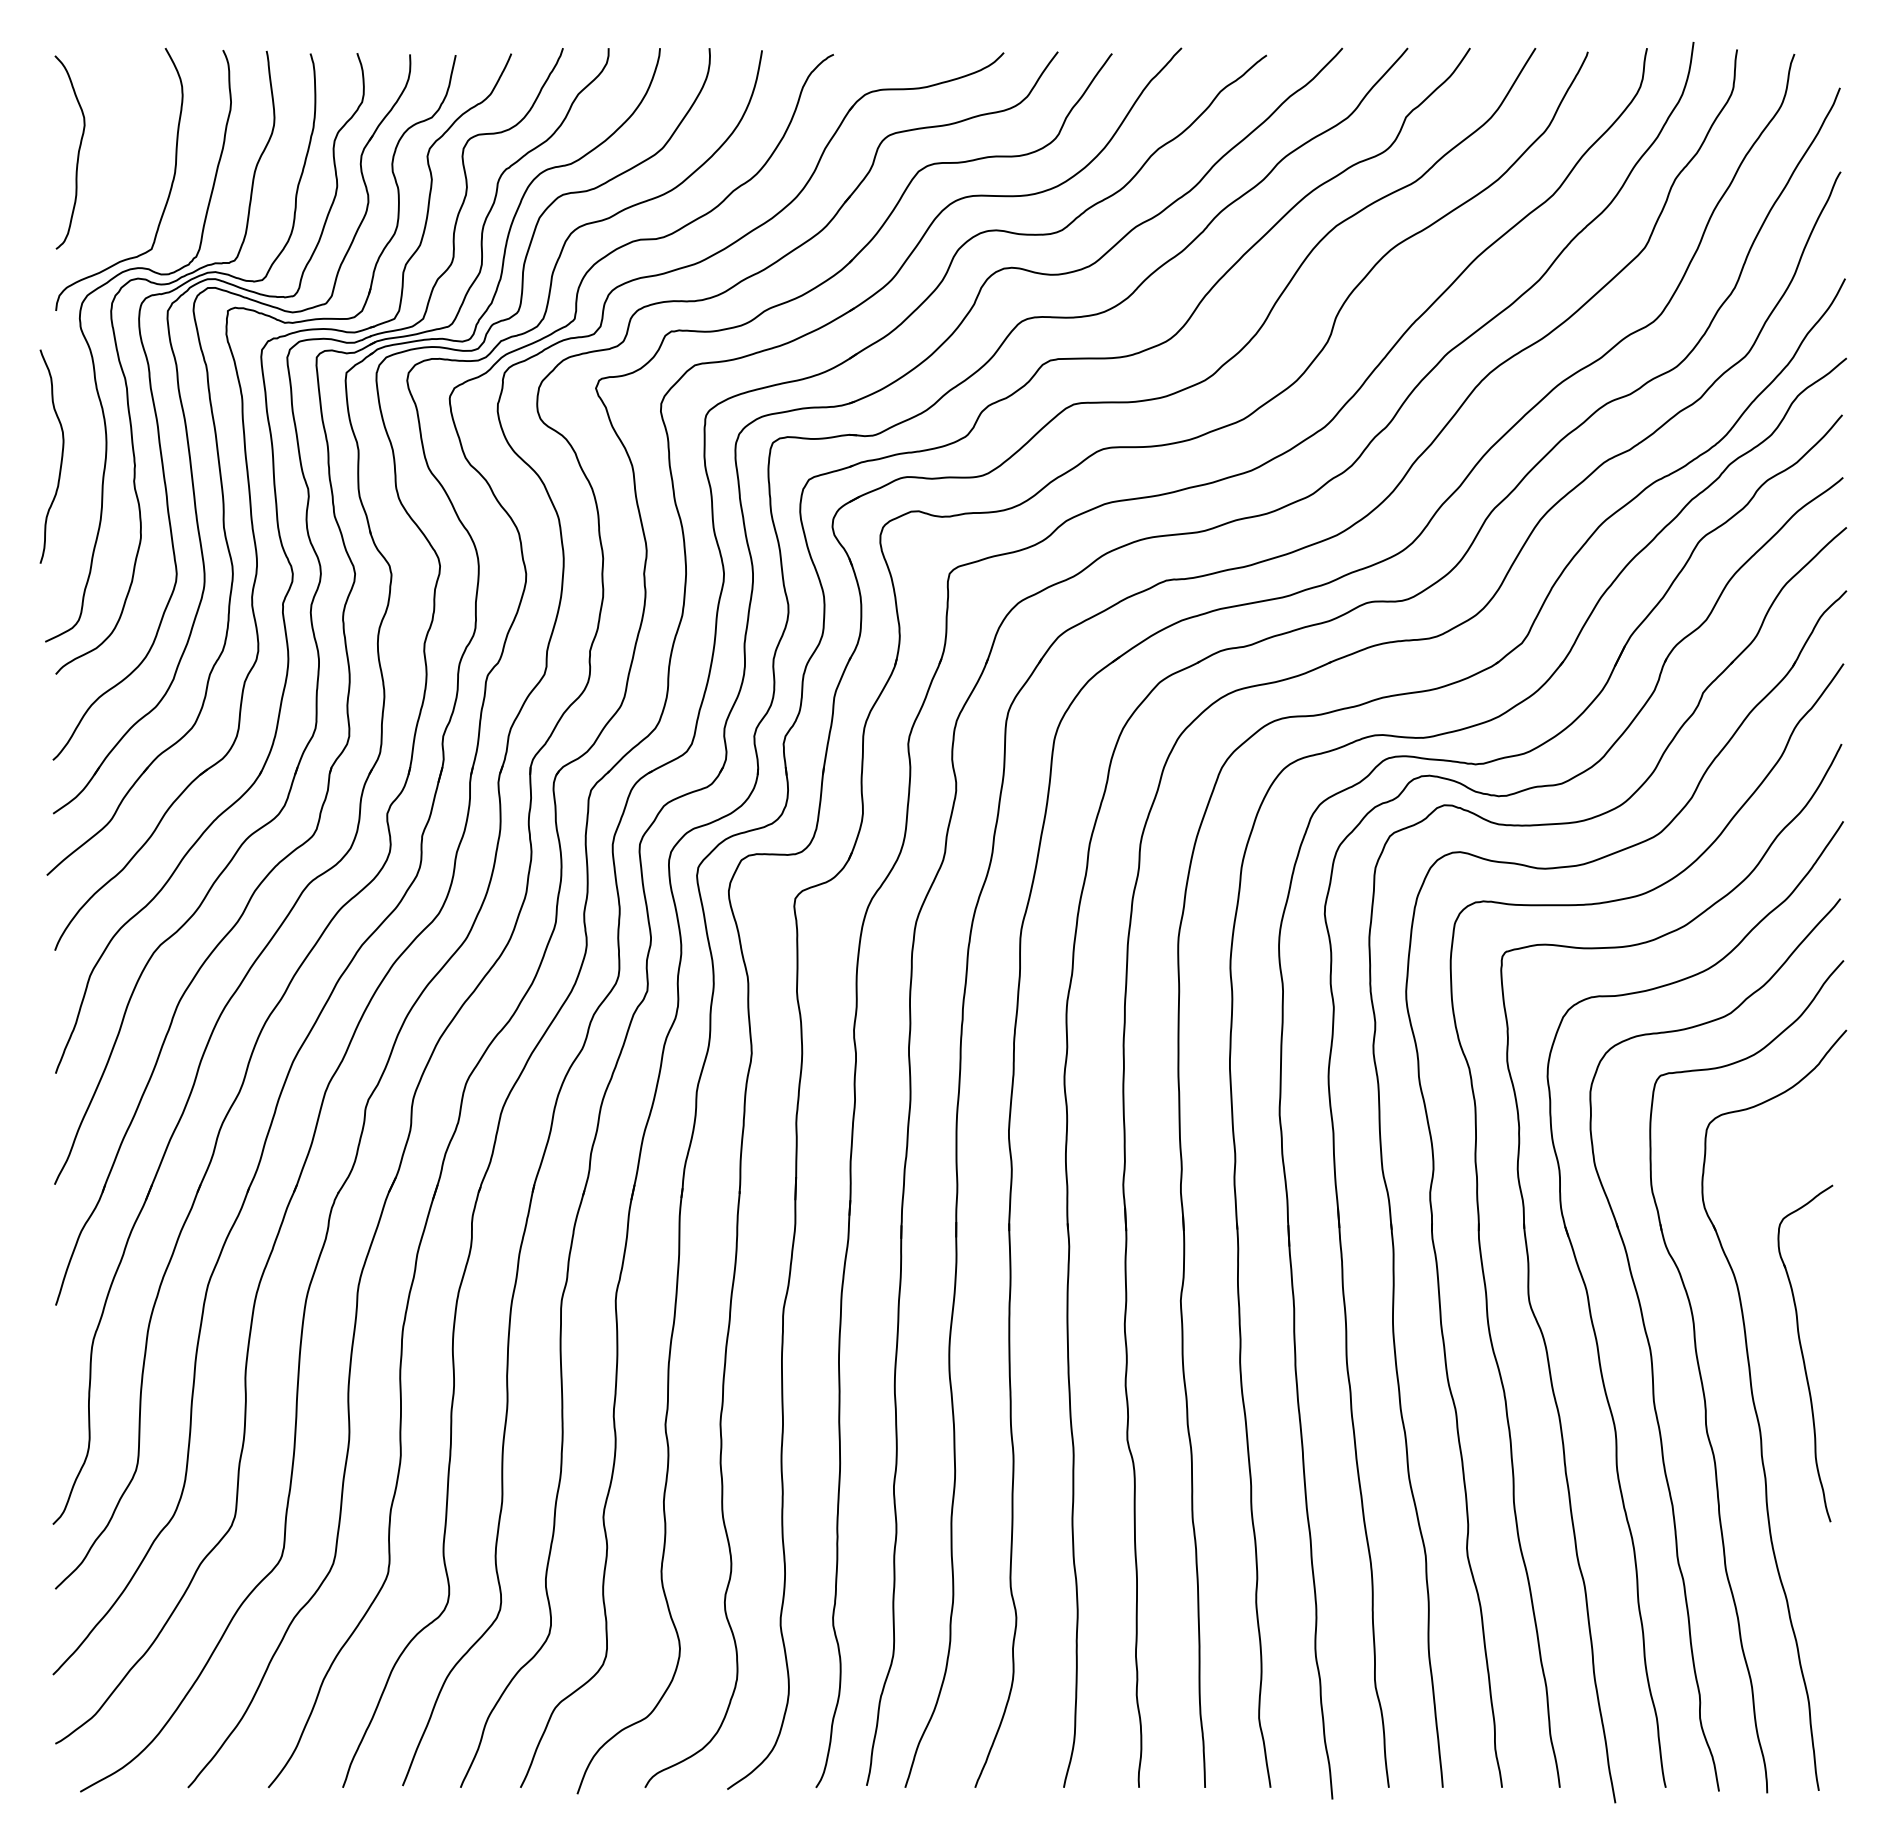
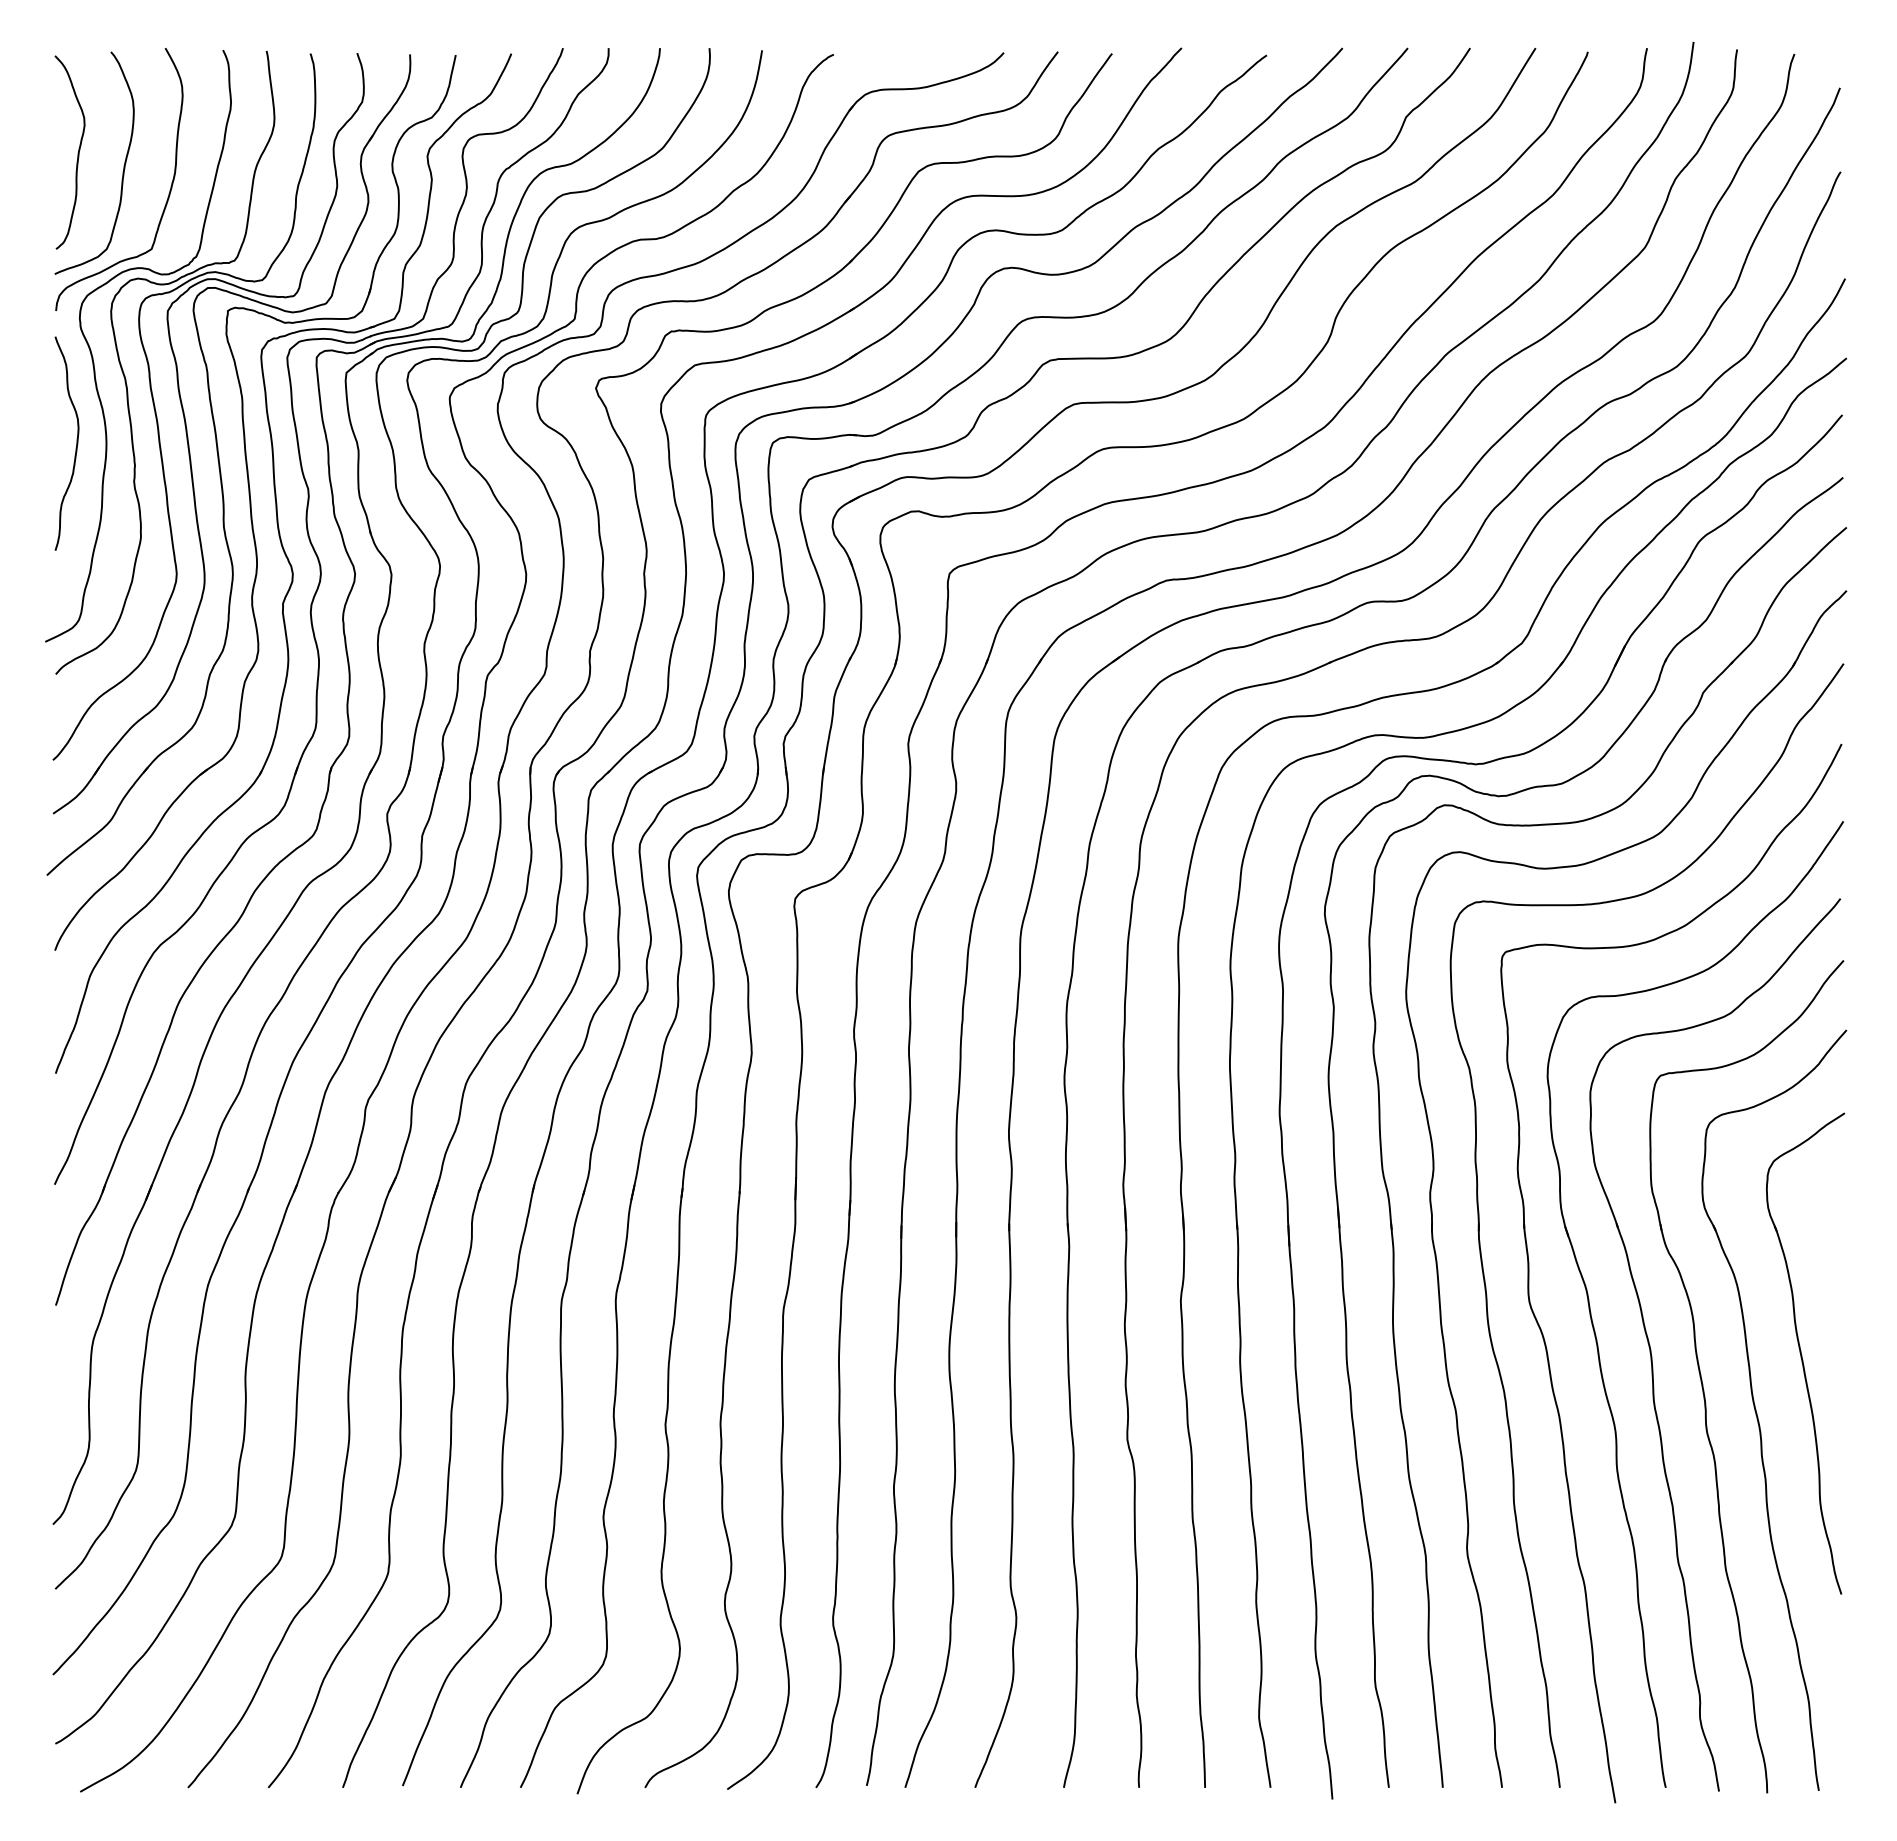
curve at (123, 165): none -> present
curve at (60, 460) position: (60, 460) -> (75, 447)
part at (1805, 1353) size: 57x339 px -> 79x483 px
